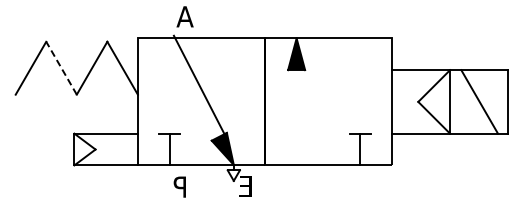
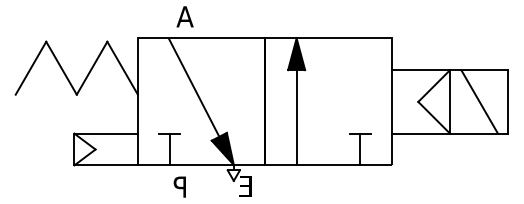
line at (61, 68): dashed -> solid
line at (198, 84) position: (198, 84) -> (193, 87)
line at (296, 117): none -> present
